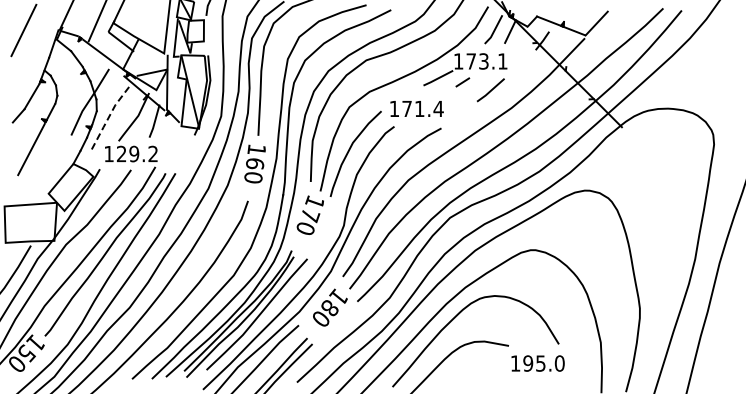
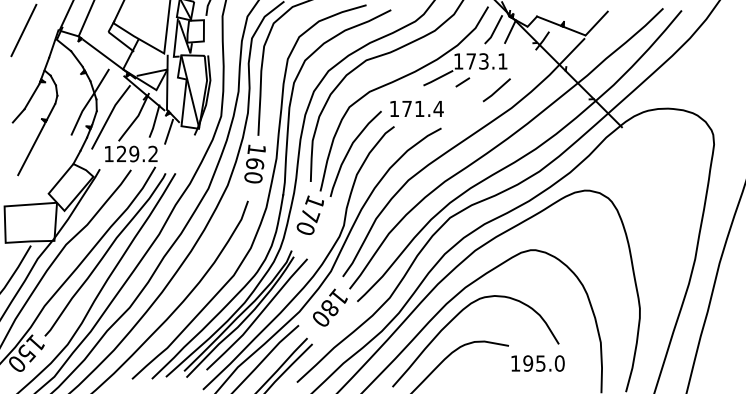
line at (96, 21) position: (96, 21) -> (85, 19)
line at (490, 90) position: (490, 90) -> (496, 90)
line at (109, 116): dashed -> solid
line at (168, 131): none -> present
